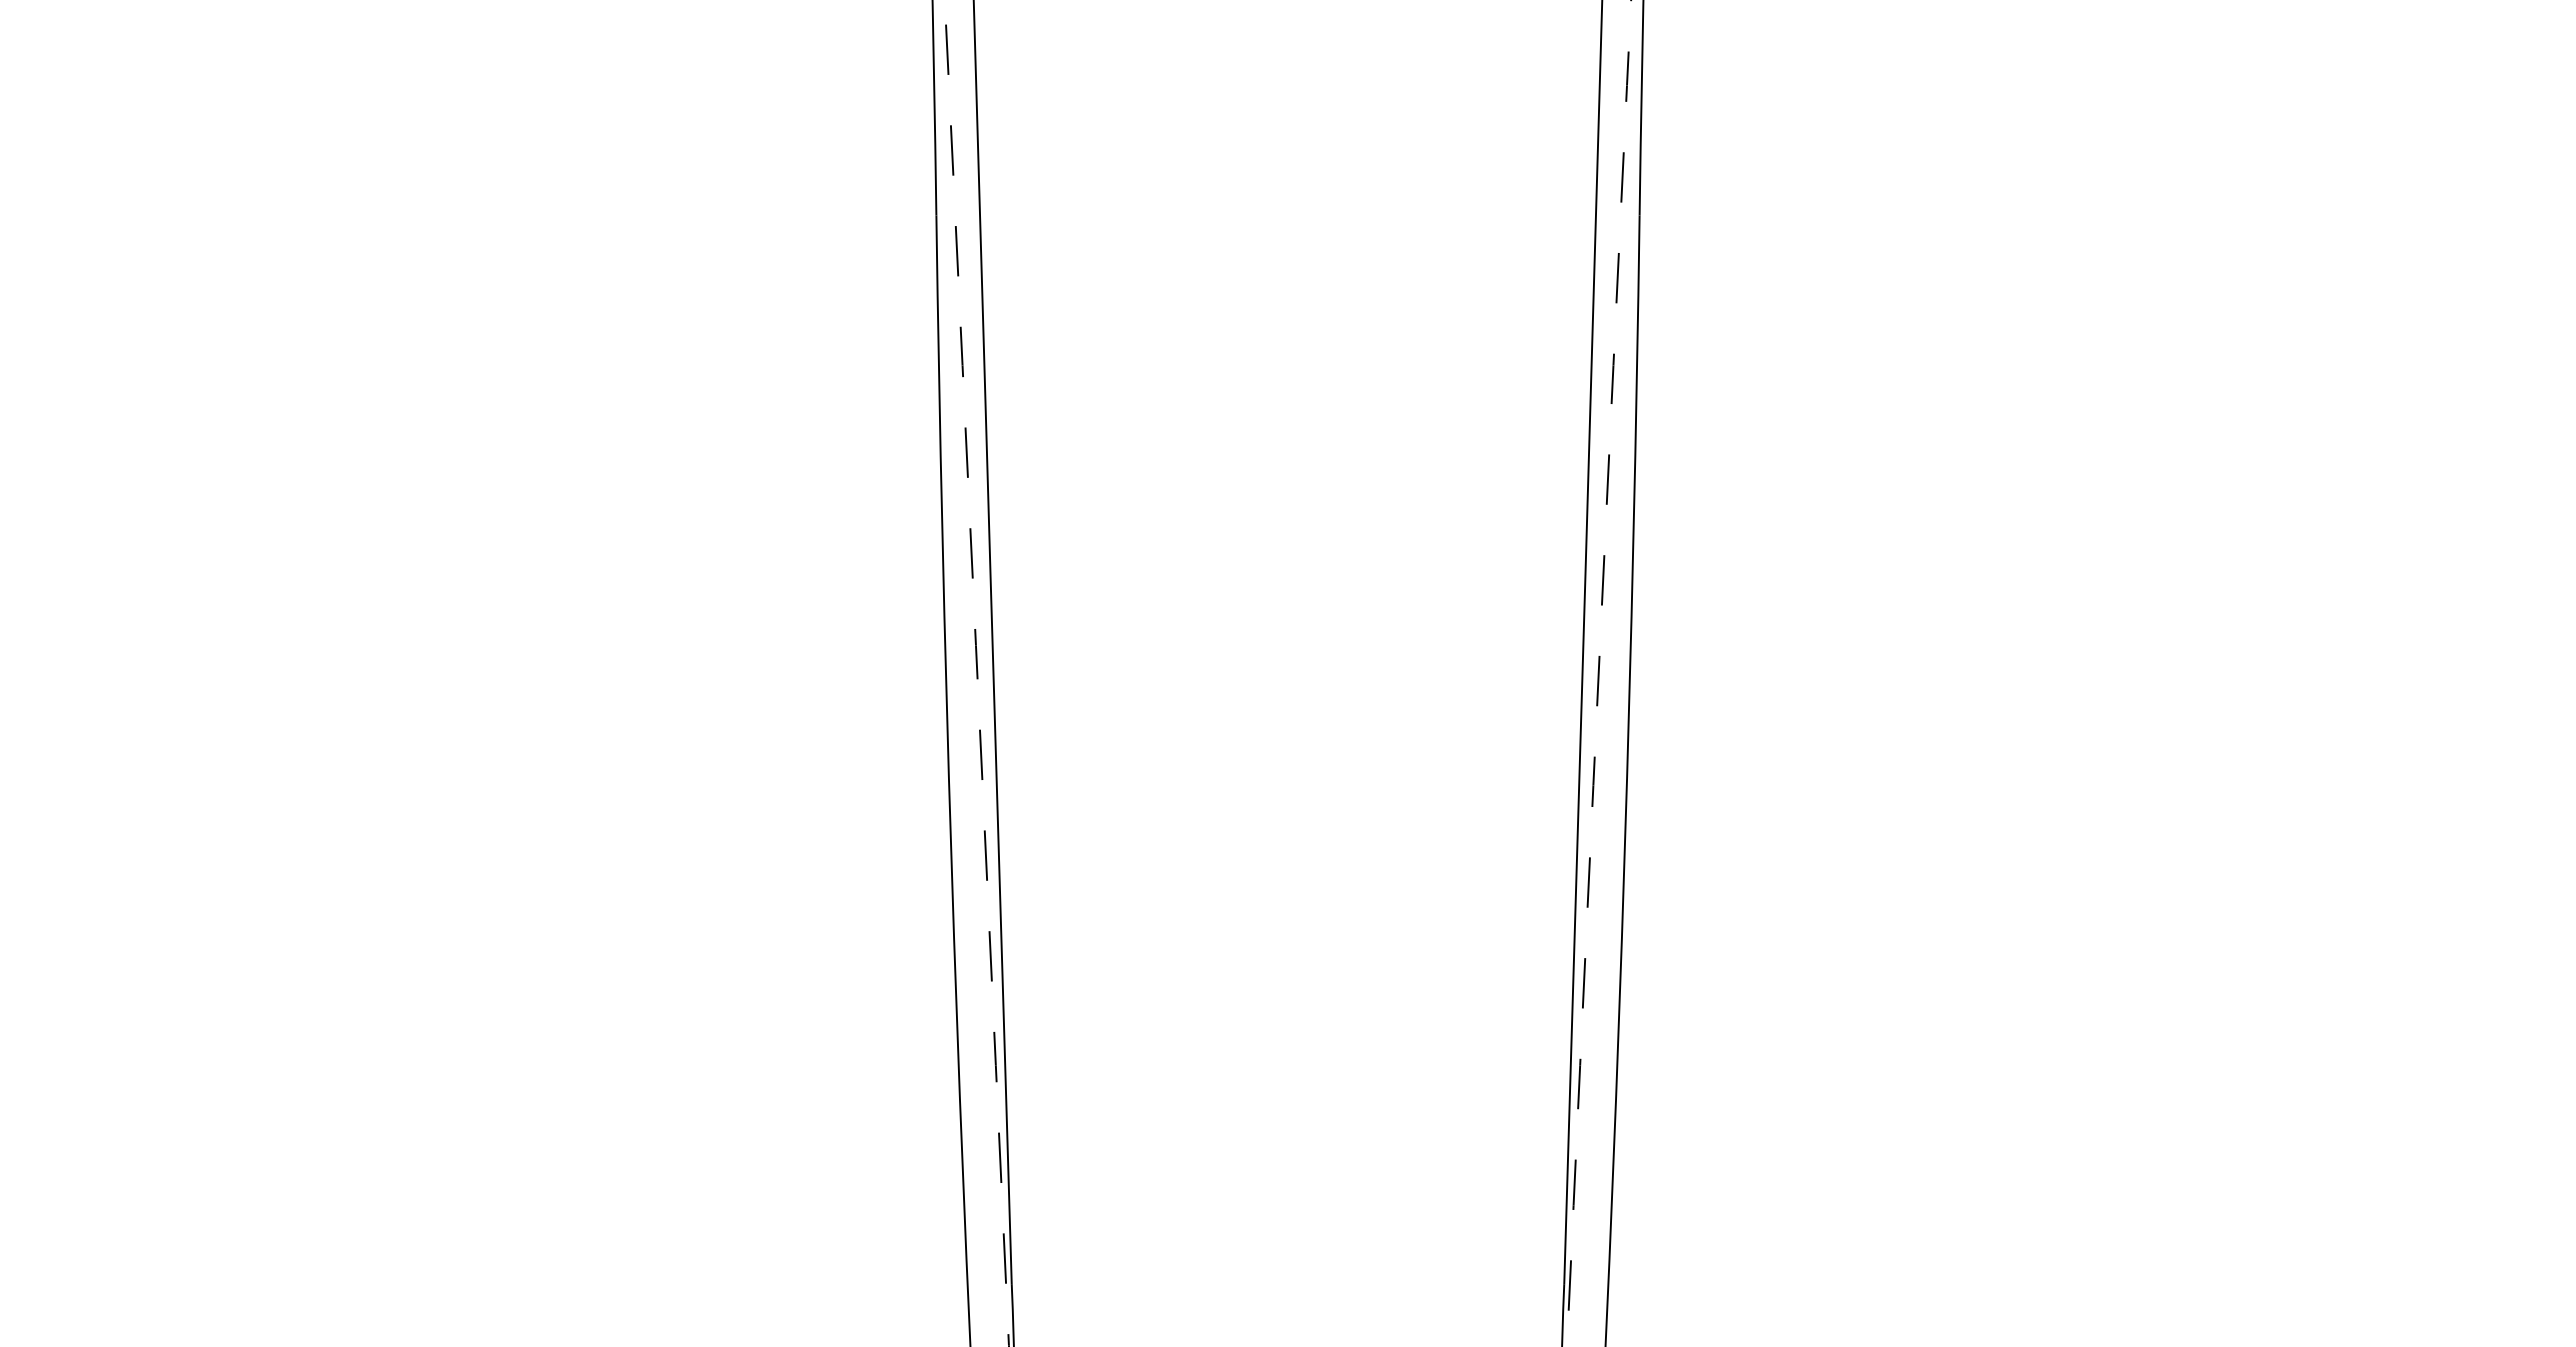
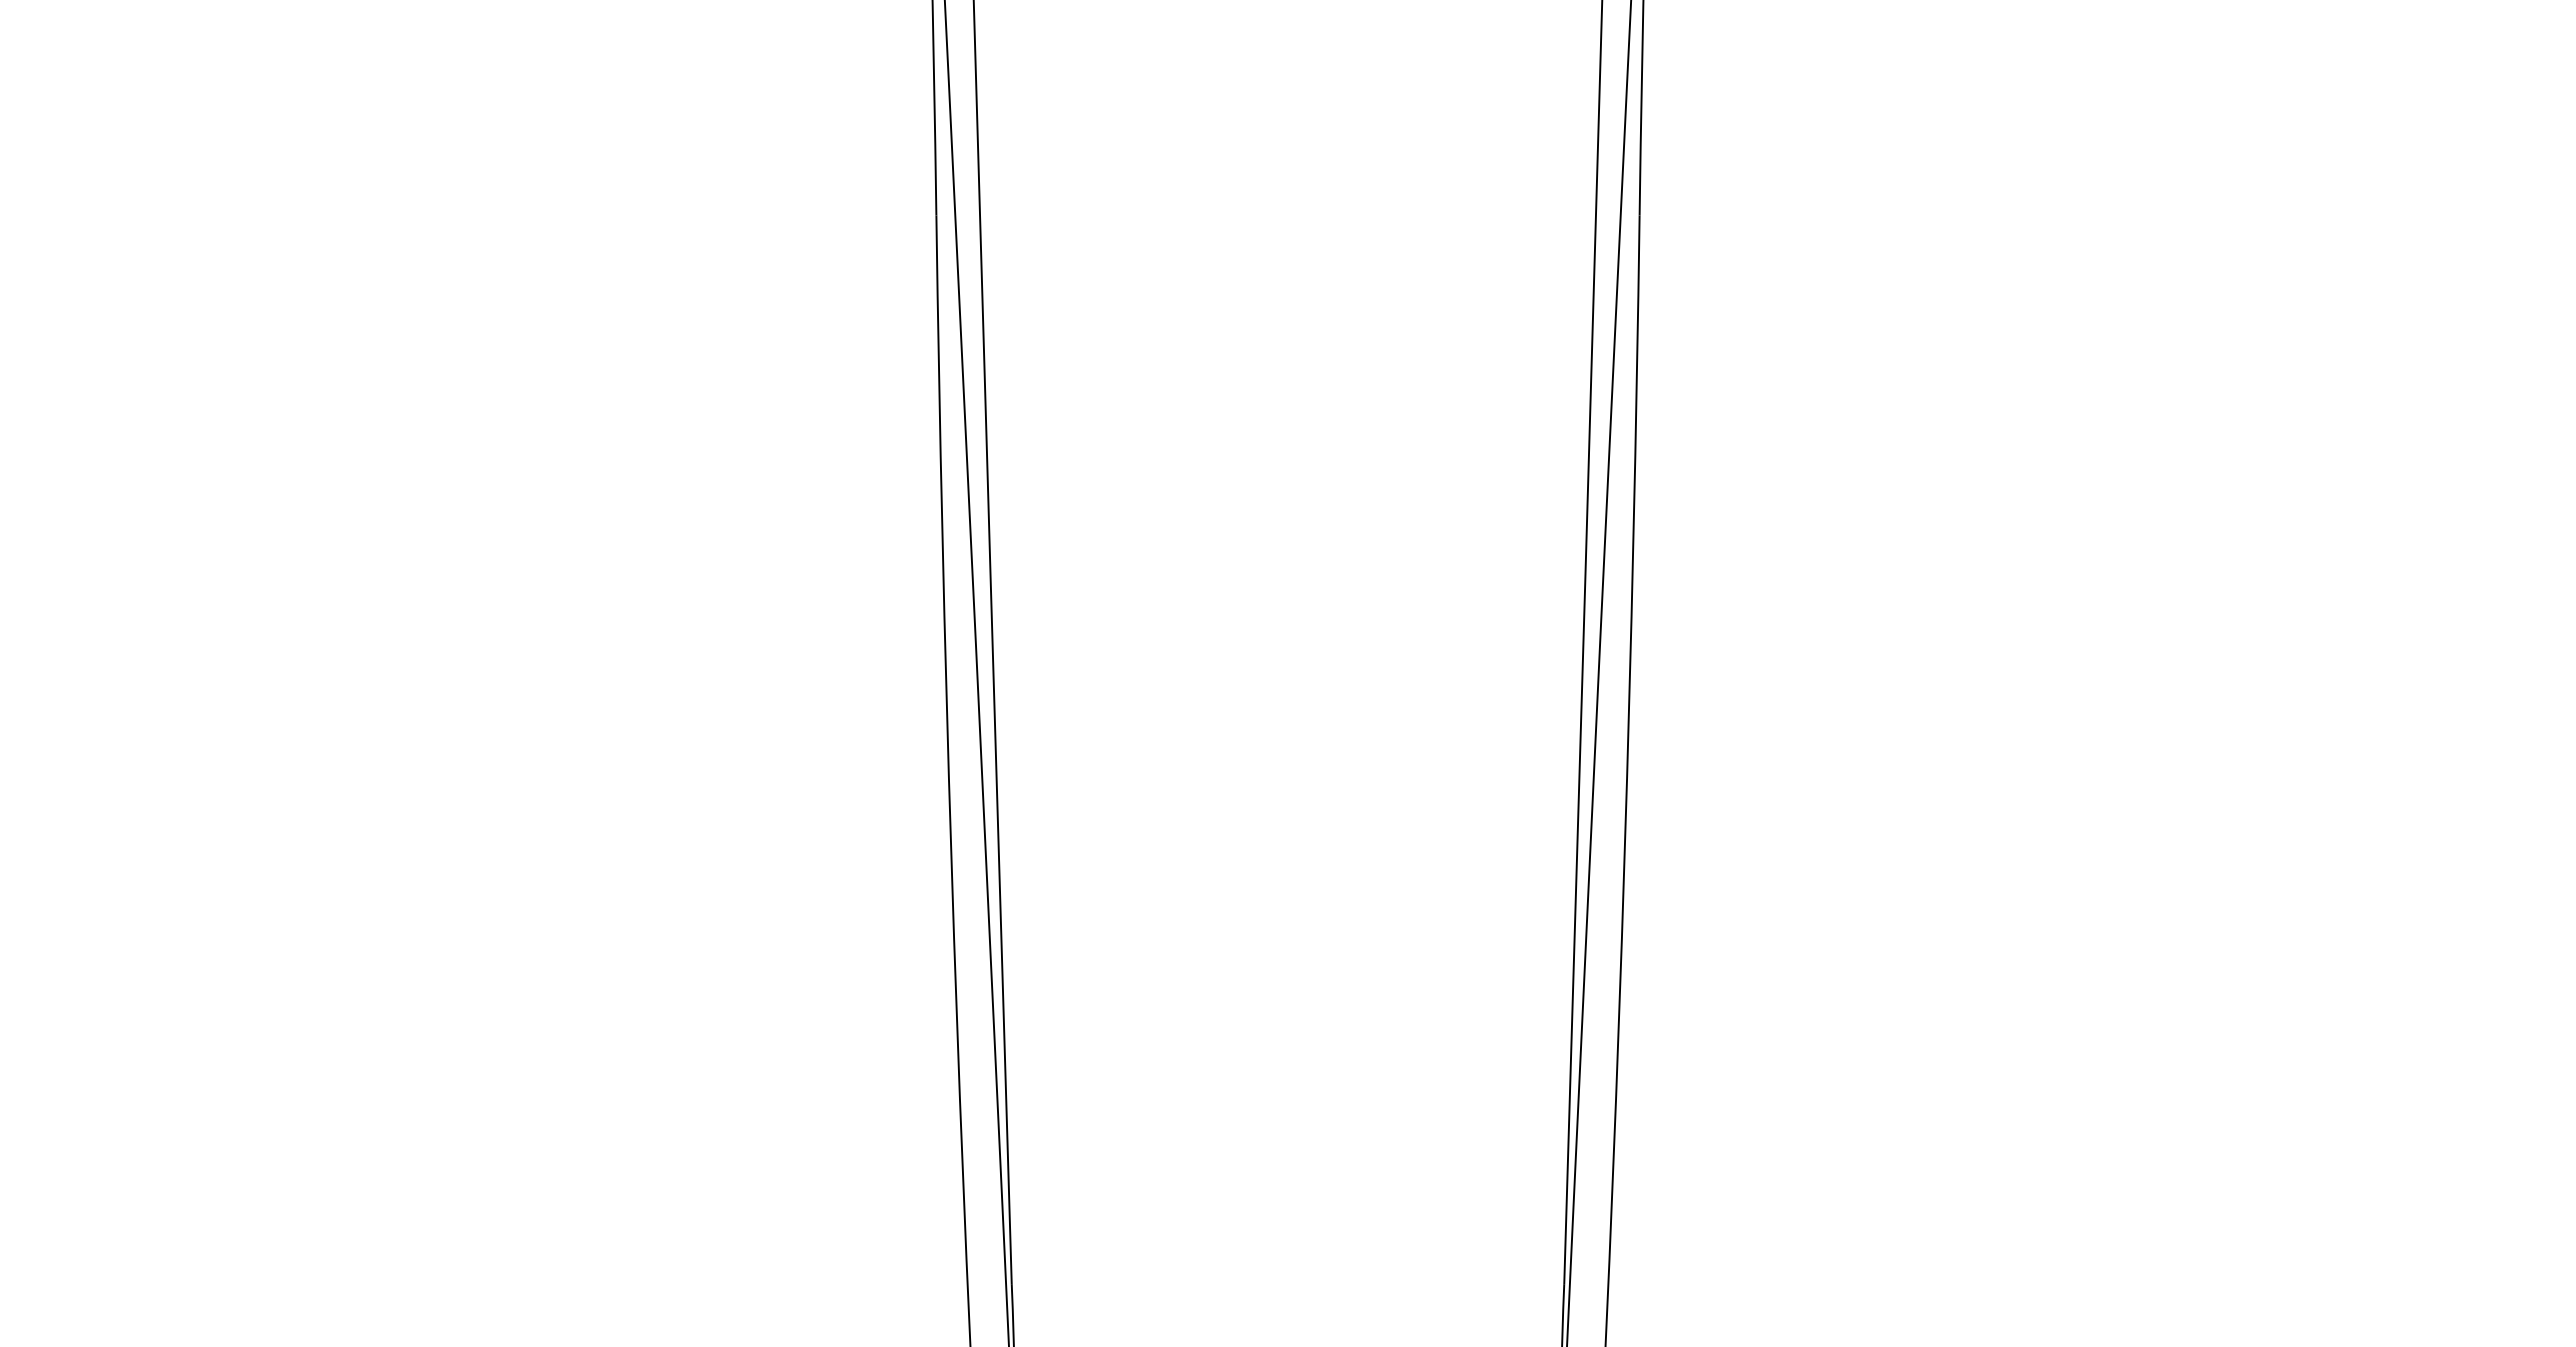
arc at (977, 672): dashed -> solid
arc at (1598, 673): dashed -> solid
